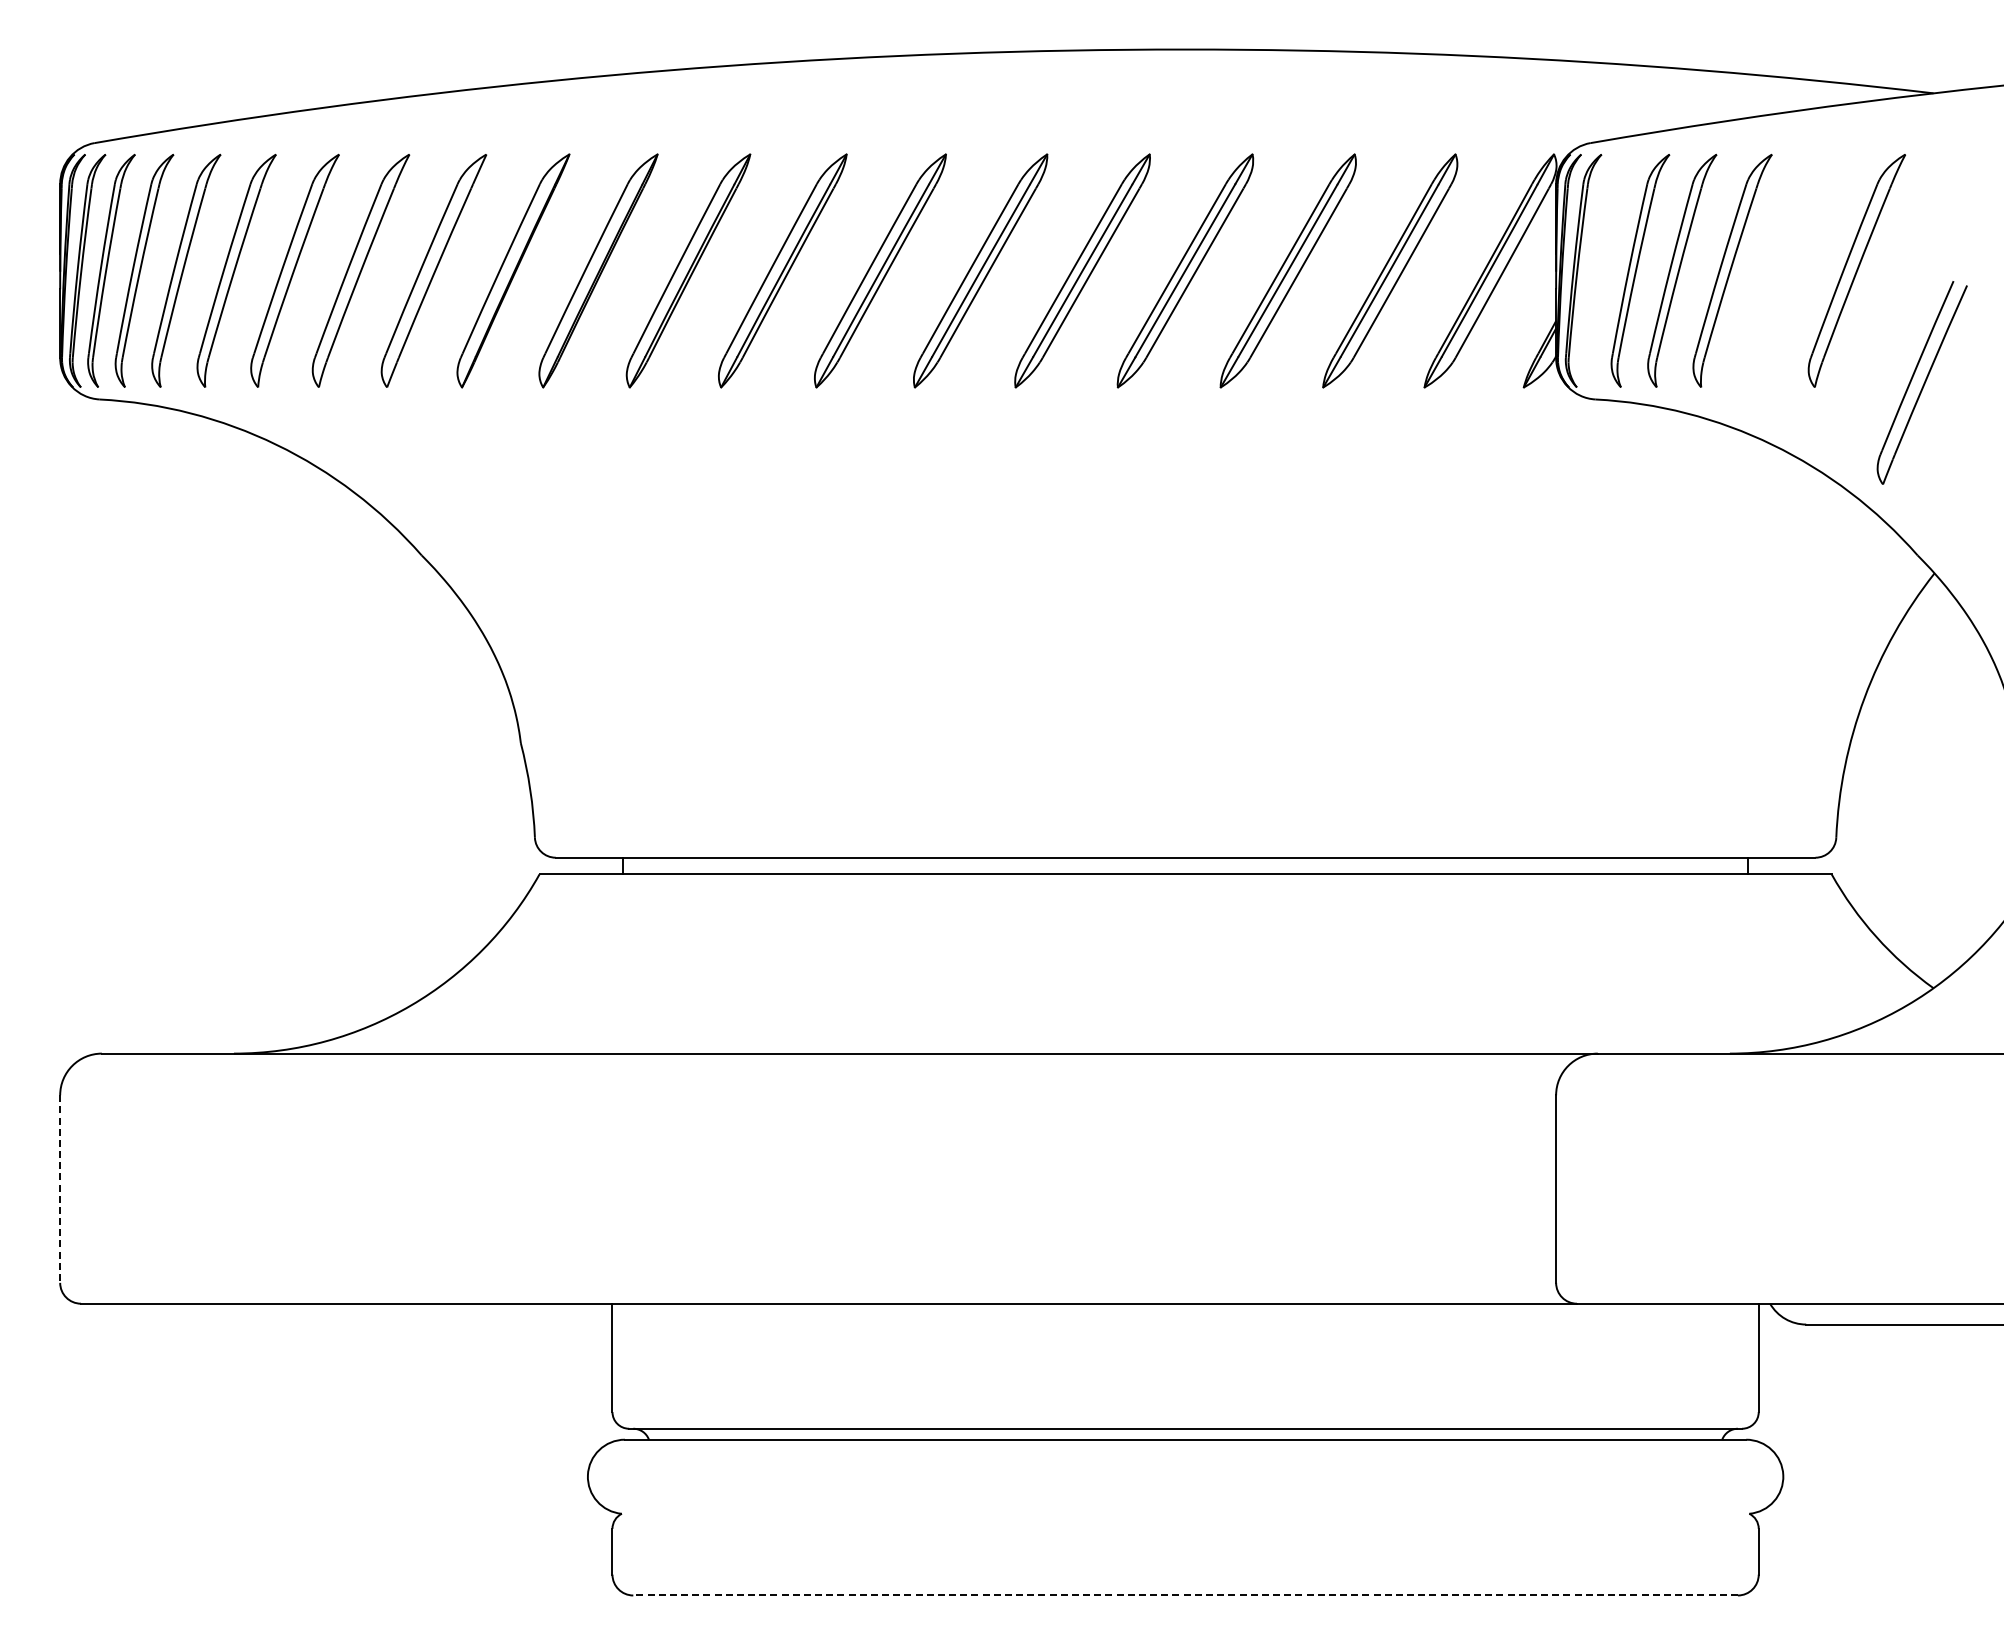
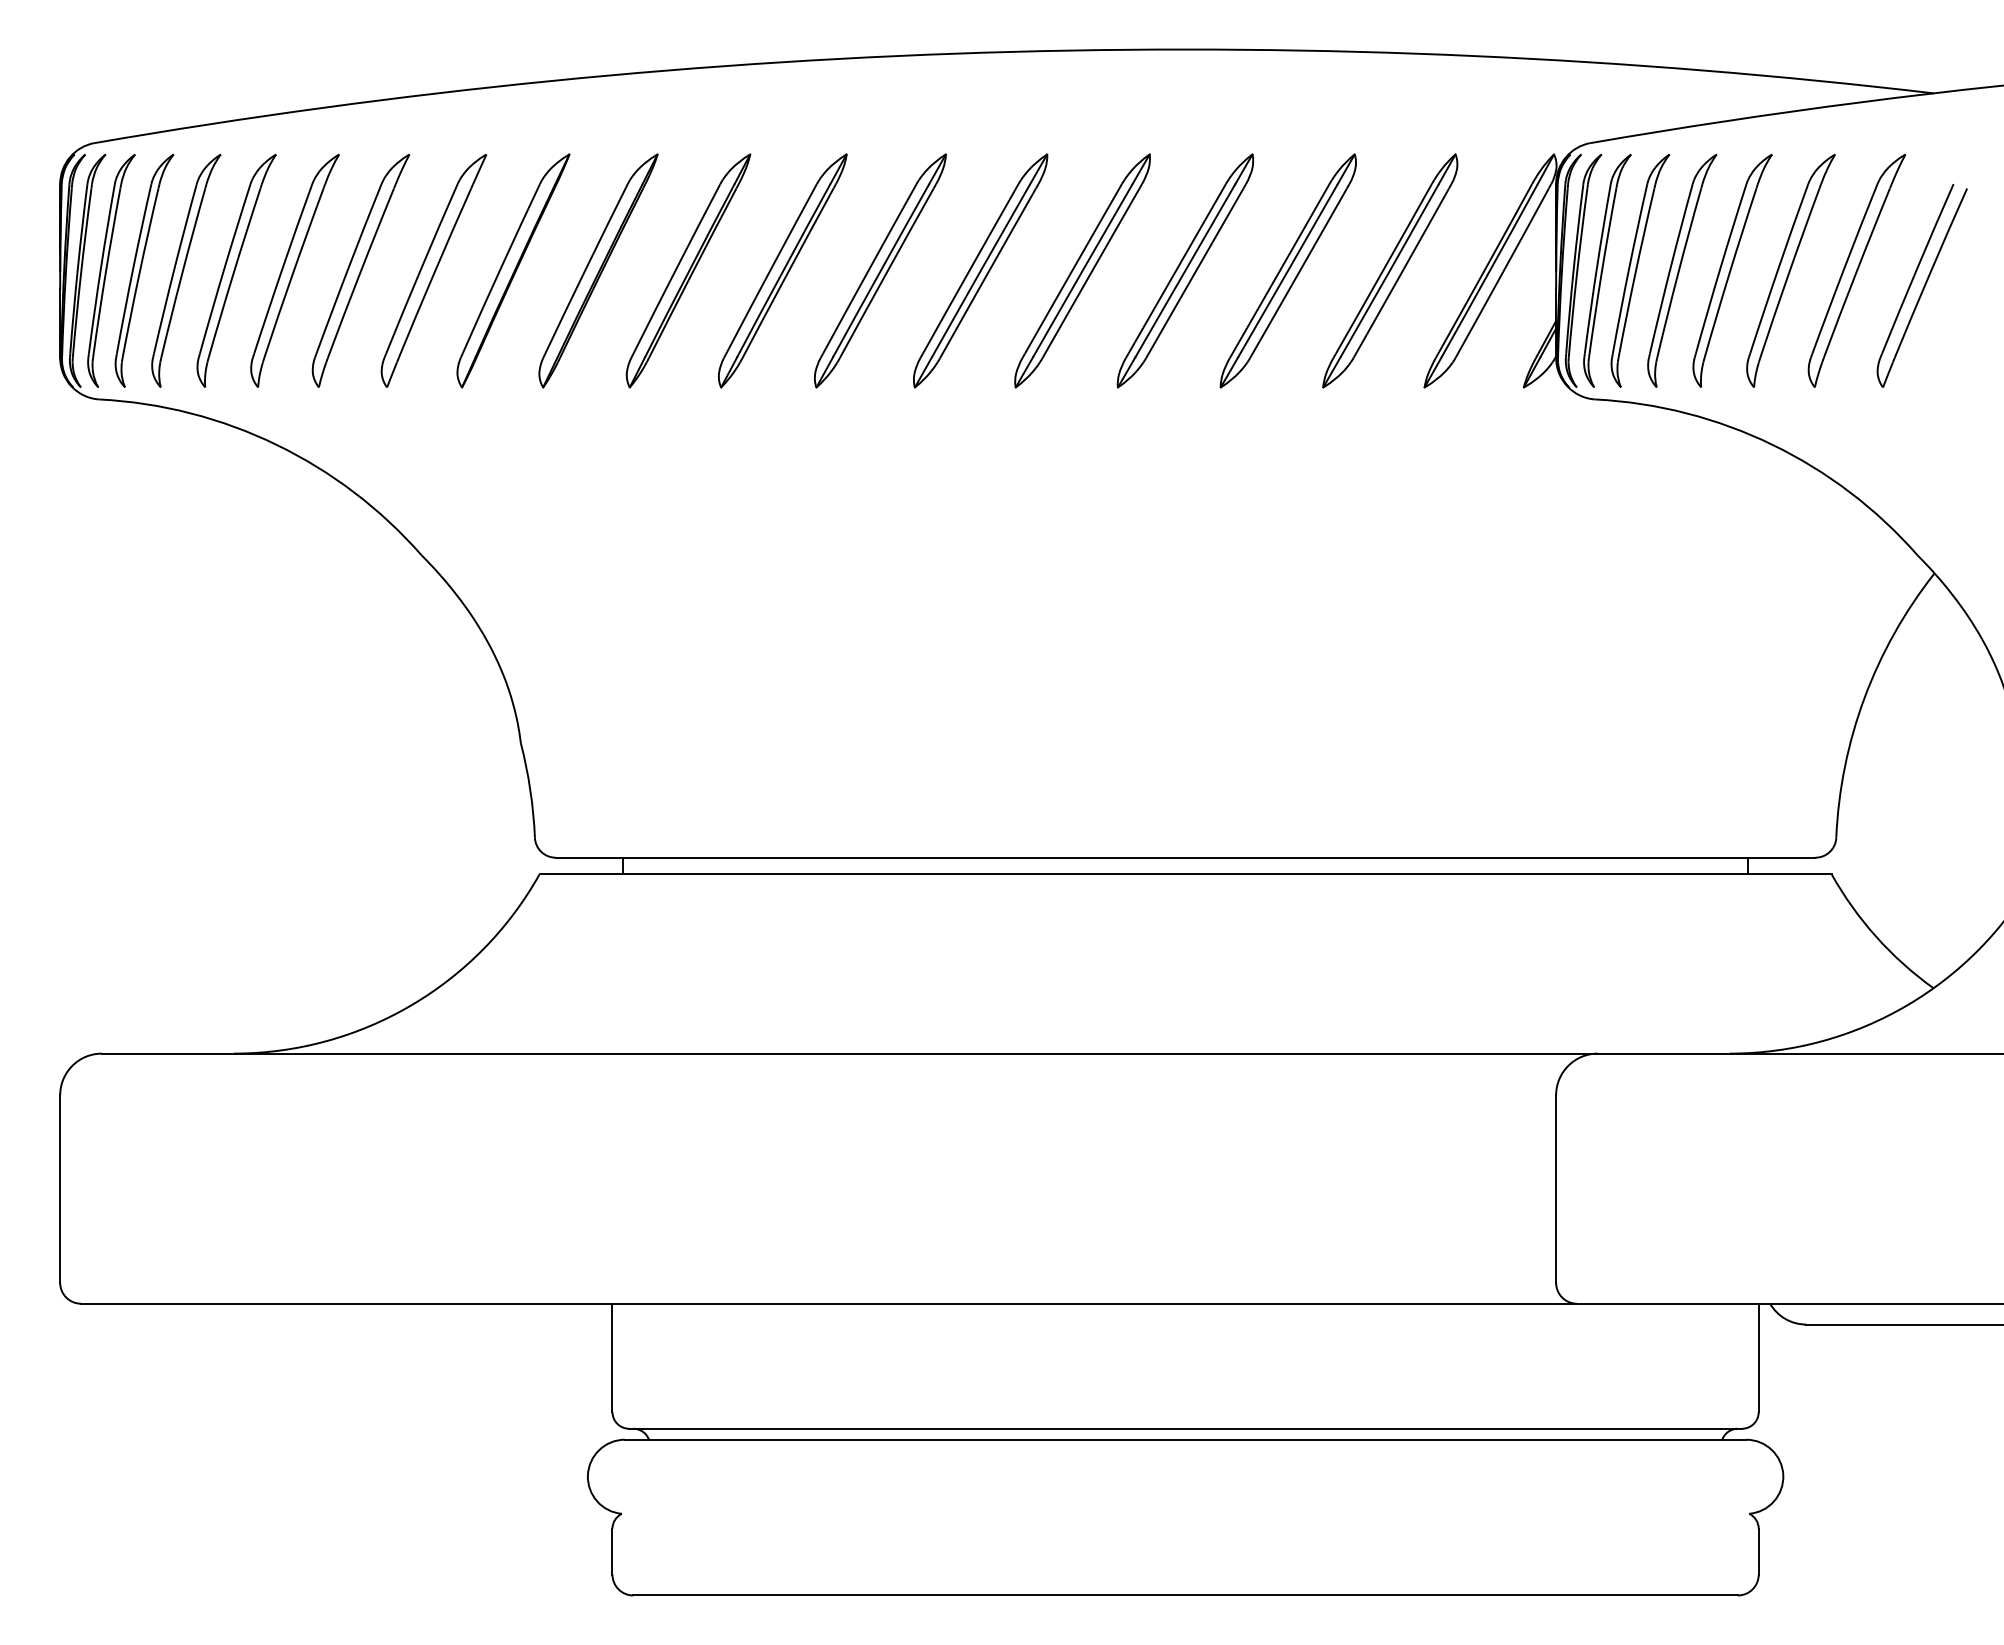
part at (1607, 270): none -> present
part at (1790, 270): none -> present
part at (1921, 382) position: (1921, 382) -> (1921, 285)
line at (60, 1189): dashed -> solid
line at (1185, 1595): dashed -> solid
